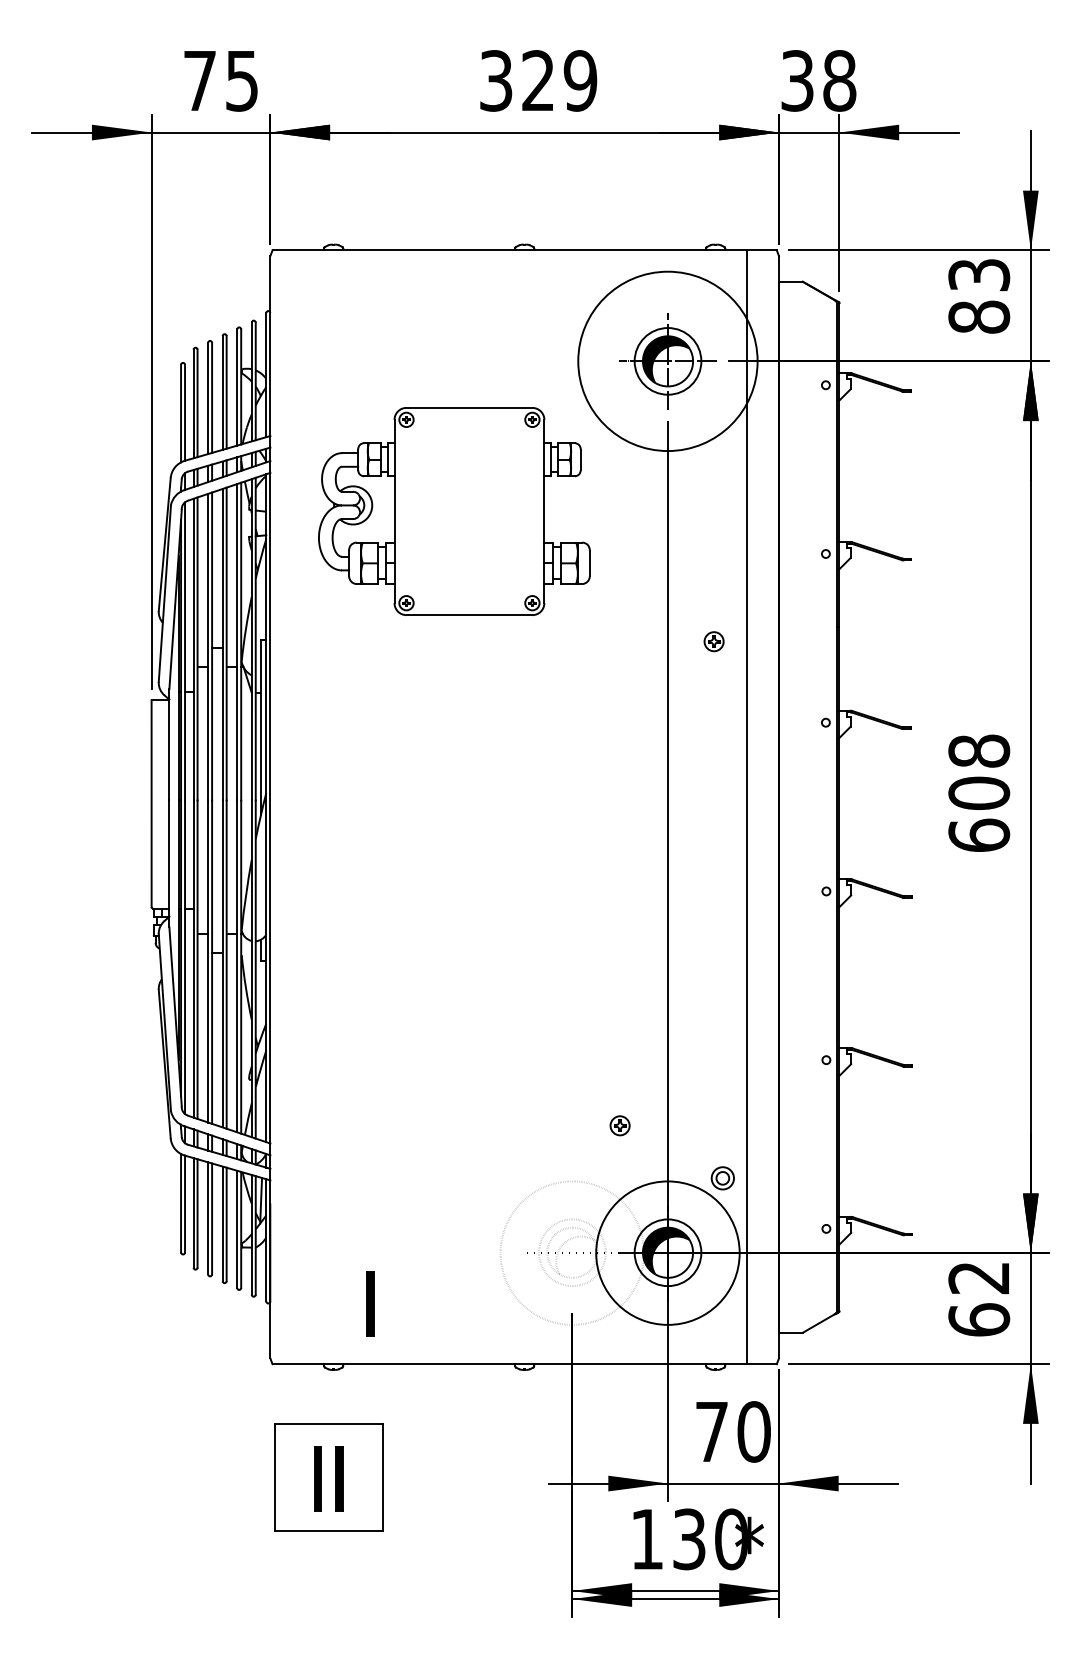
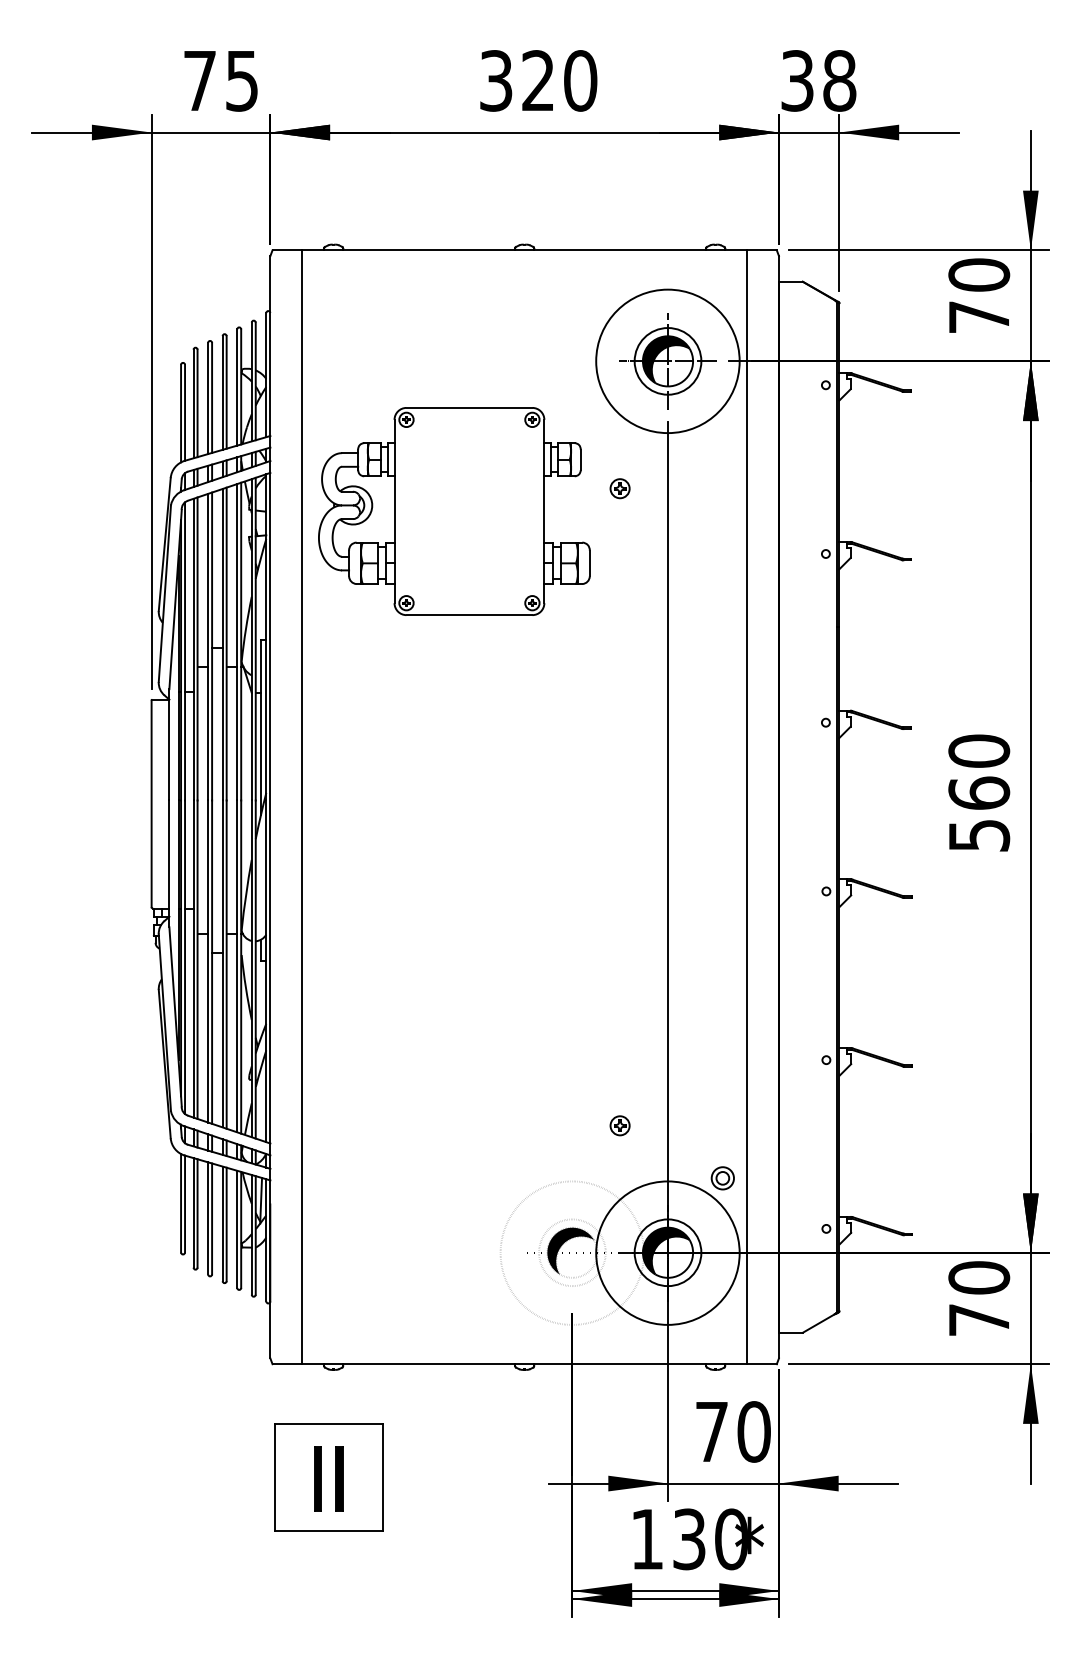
text at (580, 80): 329 -> 320
text at (979, 295): 83 -> 70
circle at (667, 361) diameter: 179 px -> 143 px
part at (713, 641) position: (713, 641) -> (619, 488)
text at (979, 792): 608 -> 560
line at (302, 807): none -> present
hatch at (570, 1250): none -> present
text at (979, 1298): 62 -> 70
part at (370, 1303): present -> none
